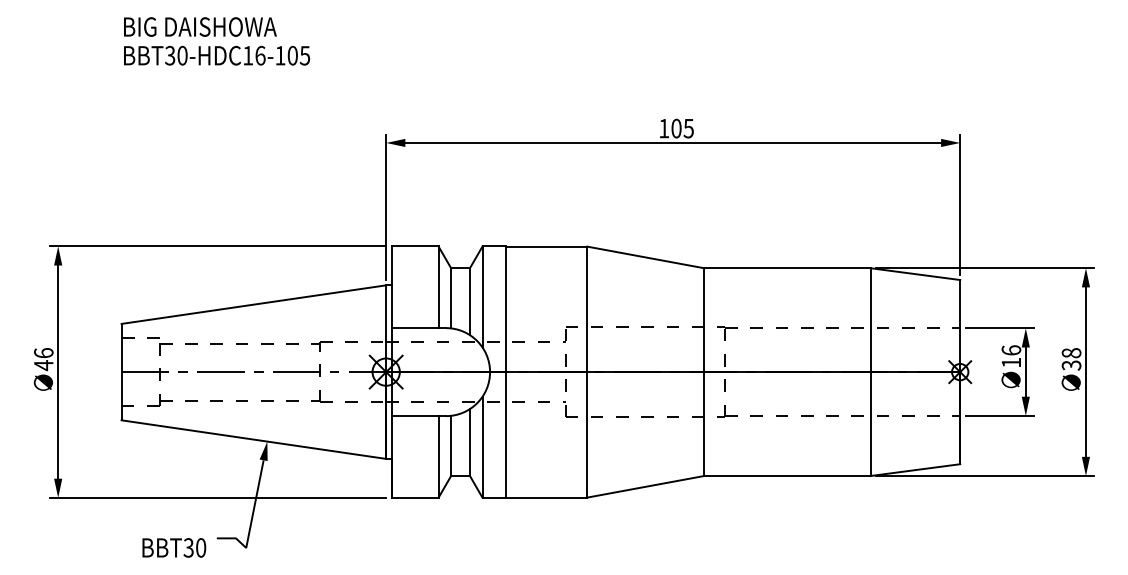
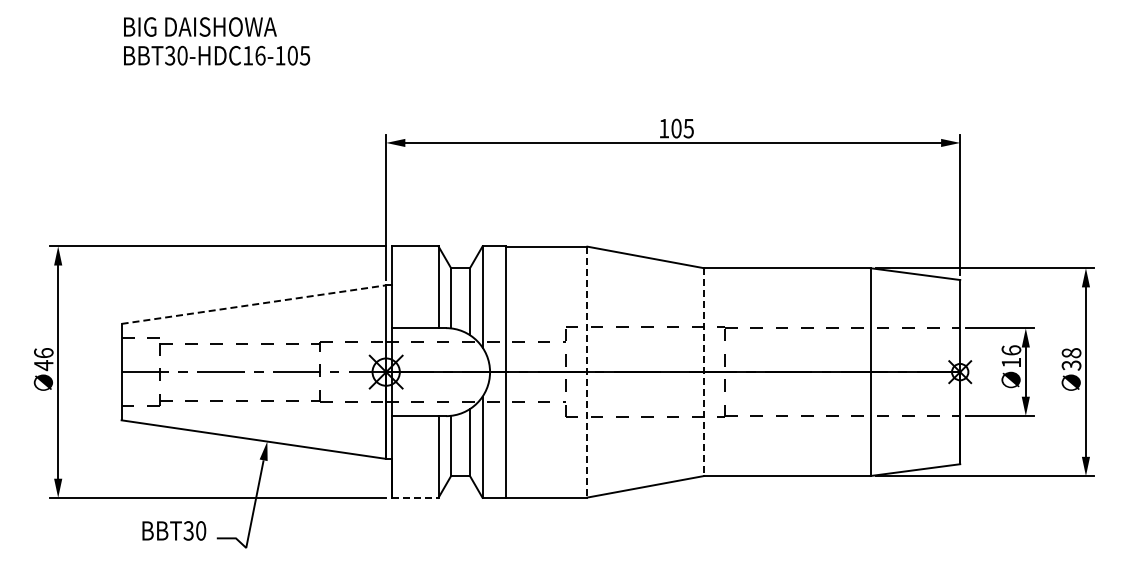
line at (253, 304): solid -> dashed
line at (587, 372): solid -> dashed
line at (704, 372): solid -> dashed
line at (415, 497): solid -> dashed
text at (174, 547) position: (174, 547) -> (174, 530)
